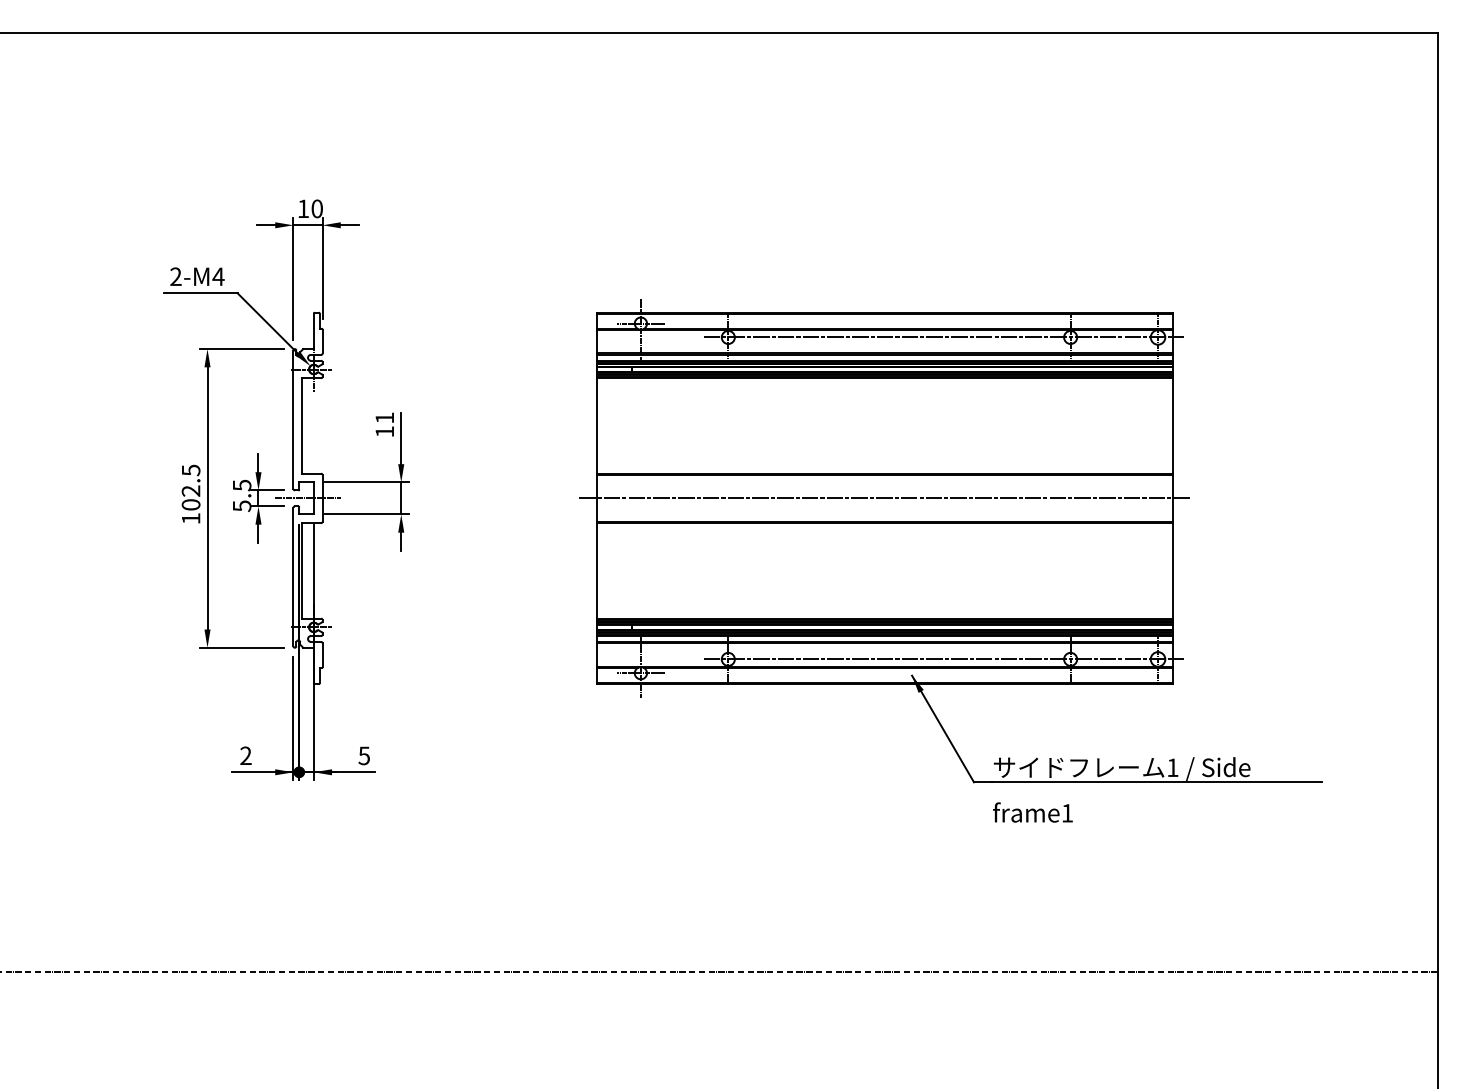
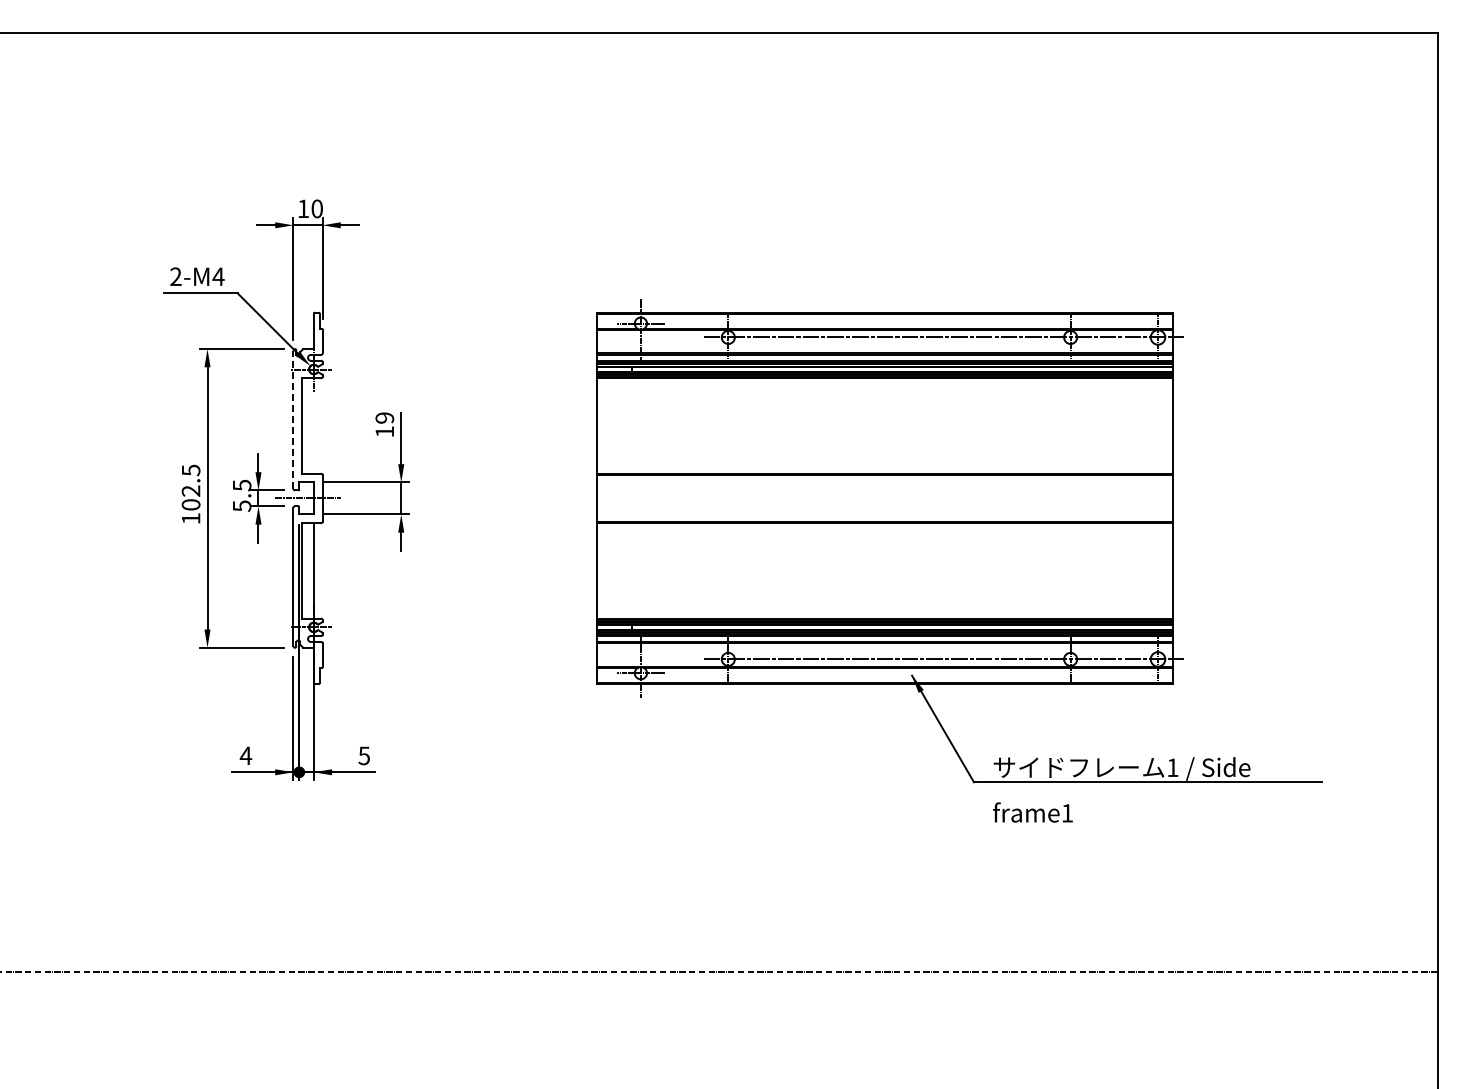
text at (384, 417): 11 -> 19
line at (293, 419): solid -> dashed
line at (884, 498): present -> none
text at (245, 755): 2 -> 4
